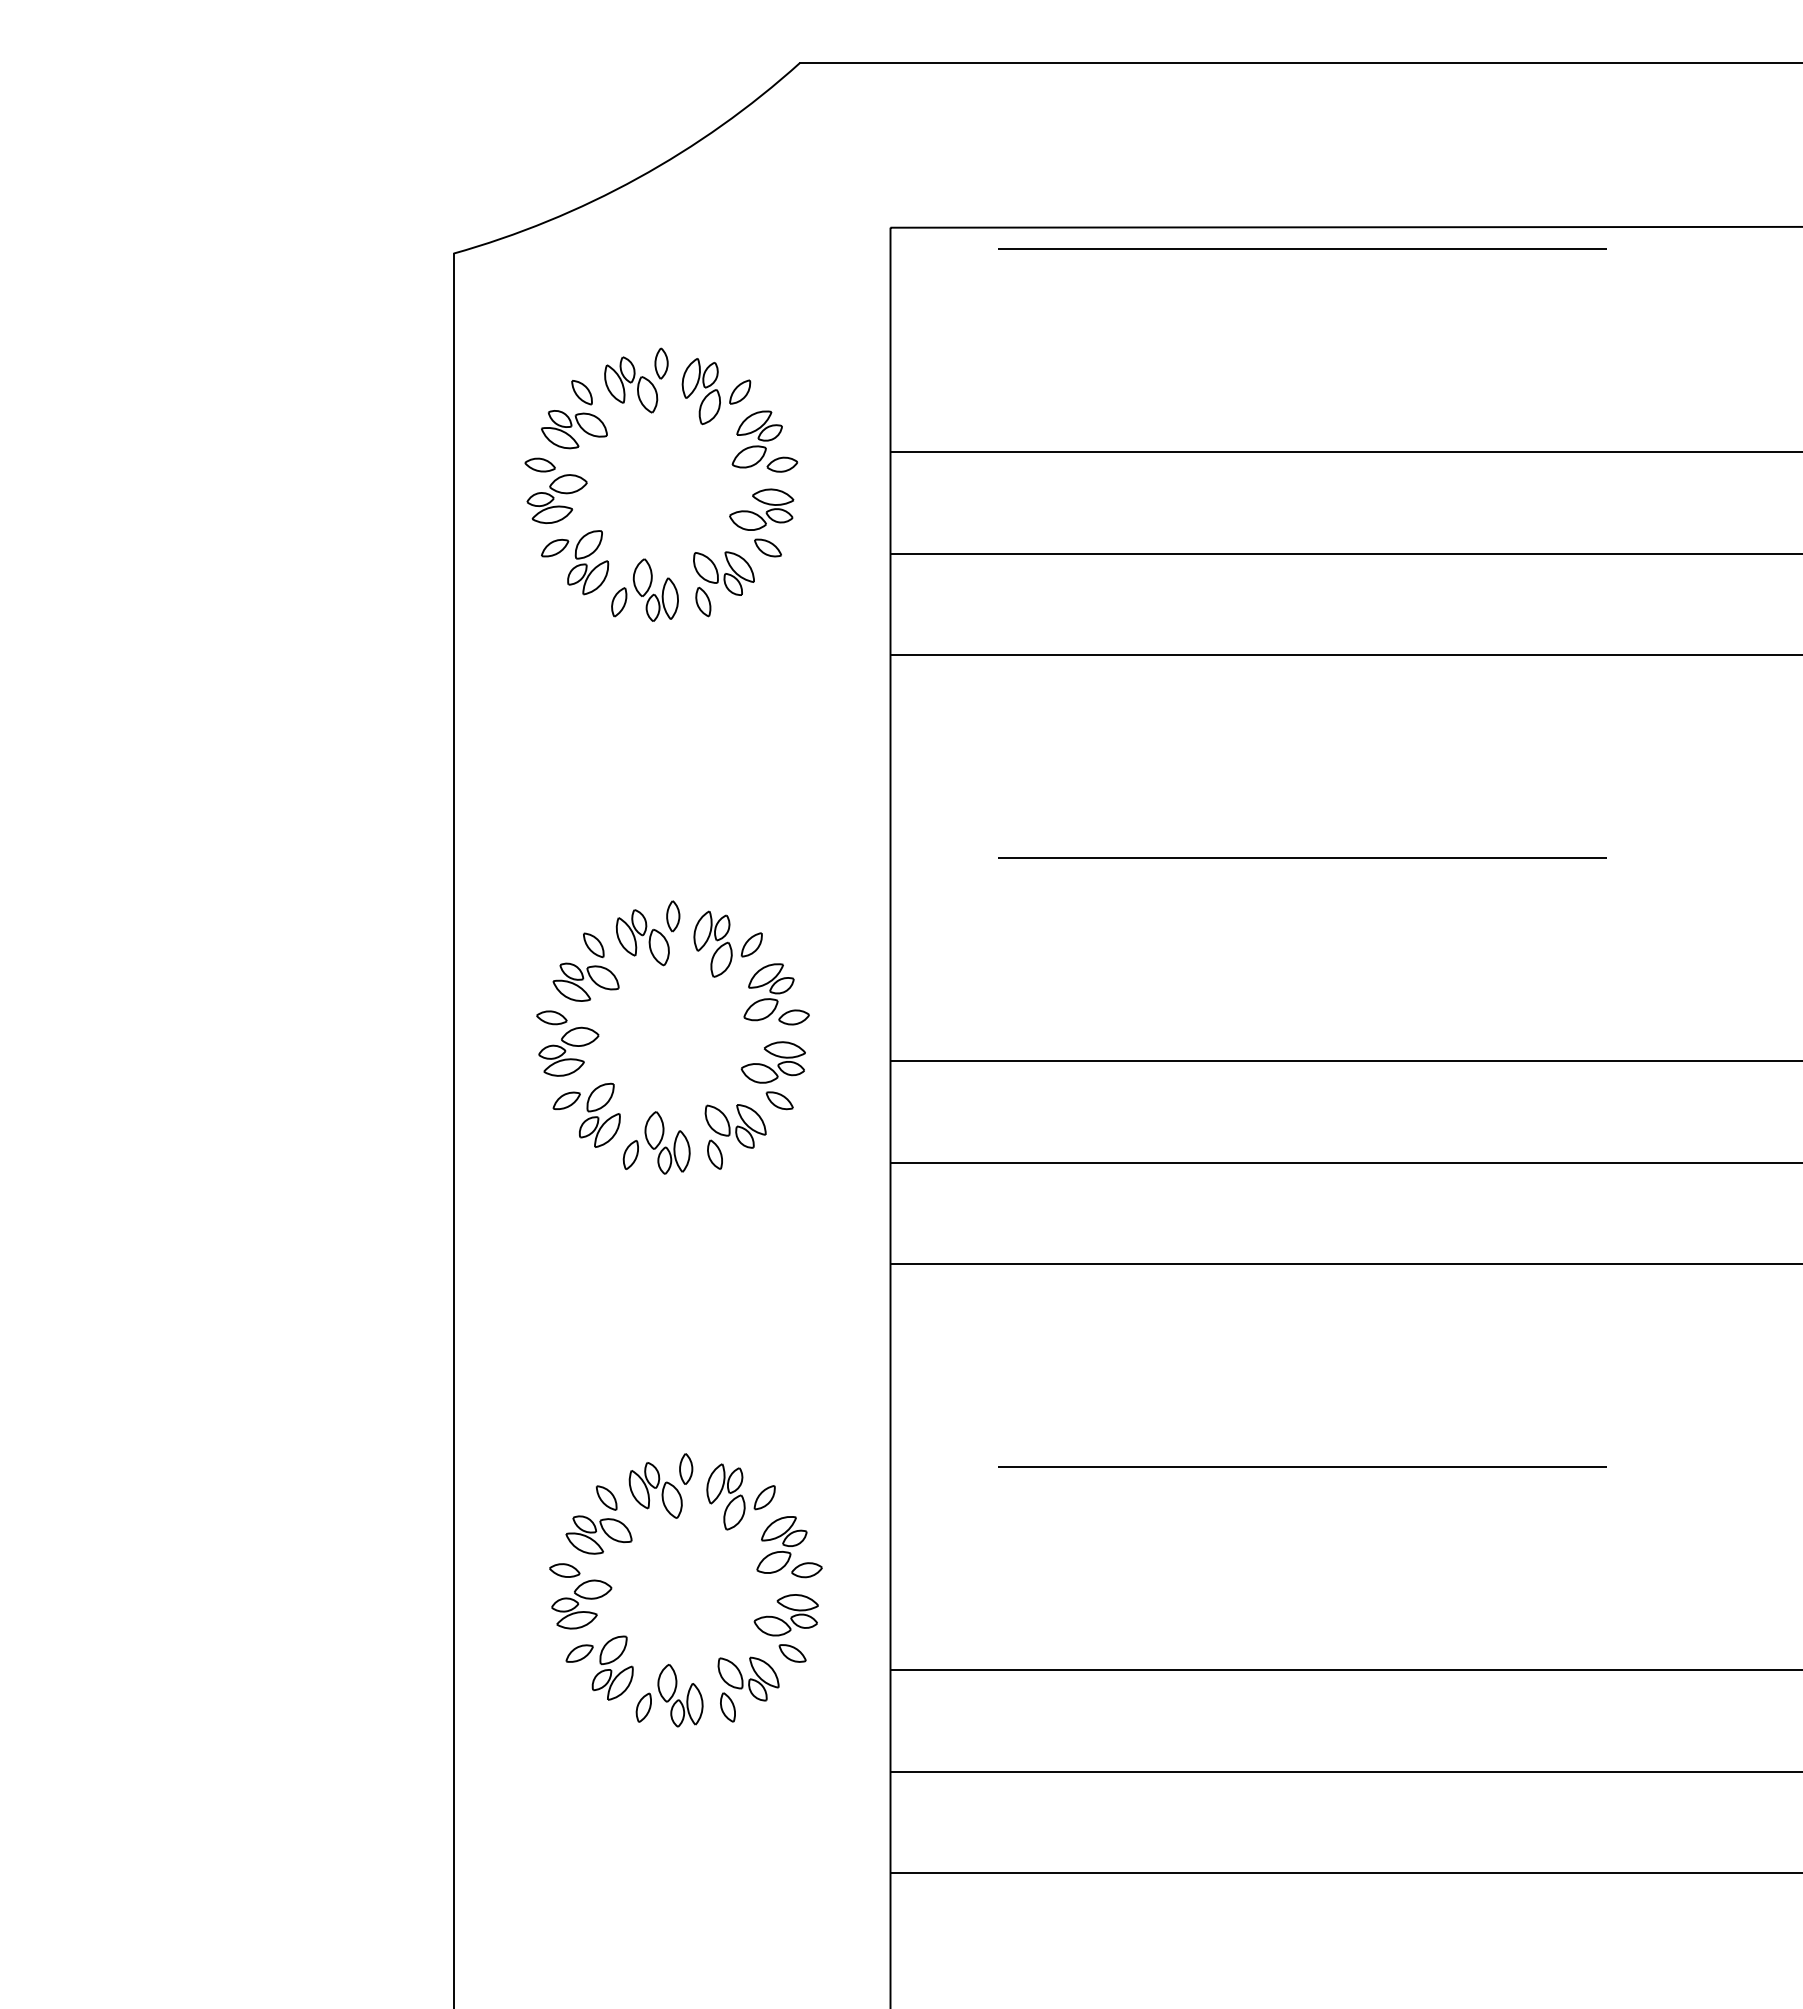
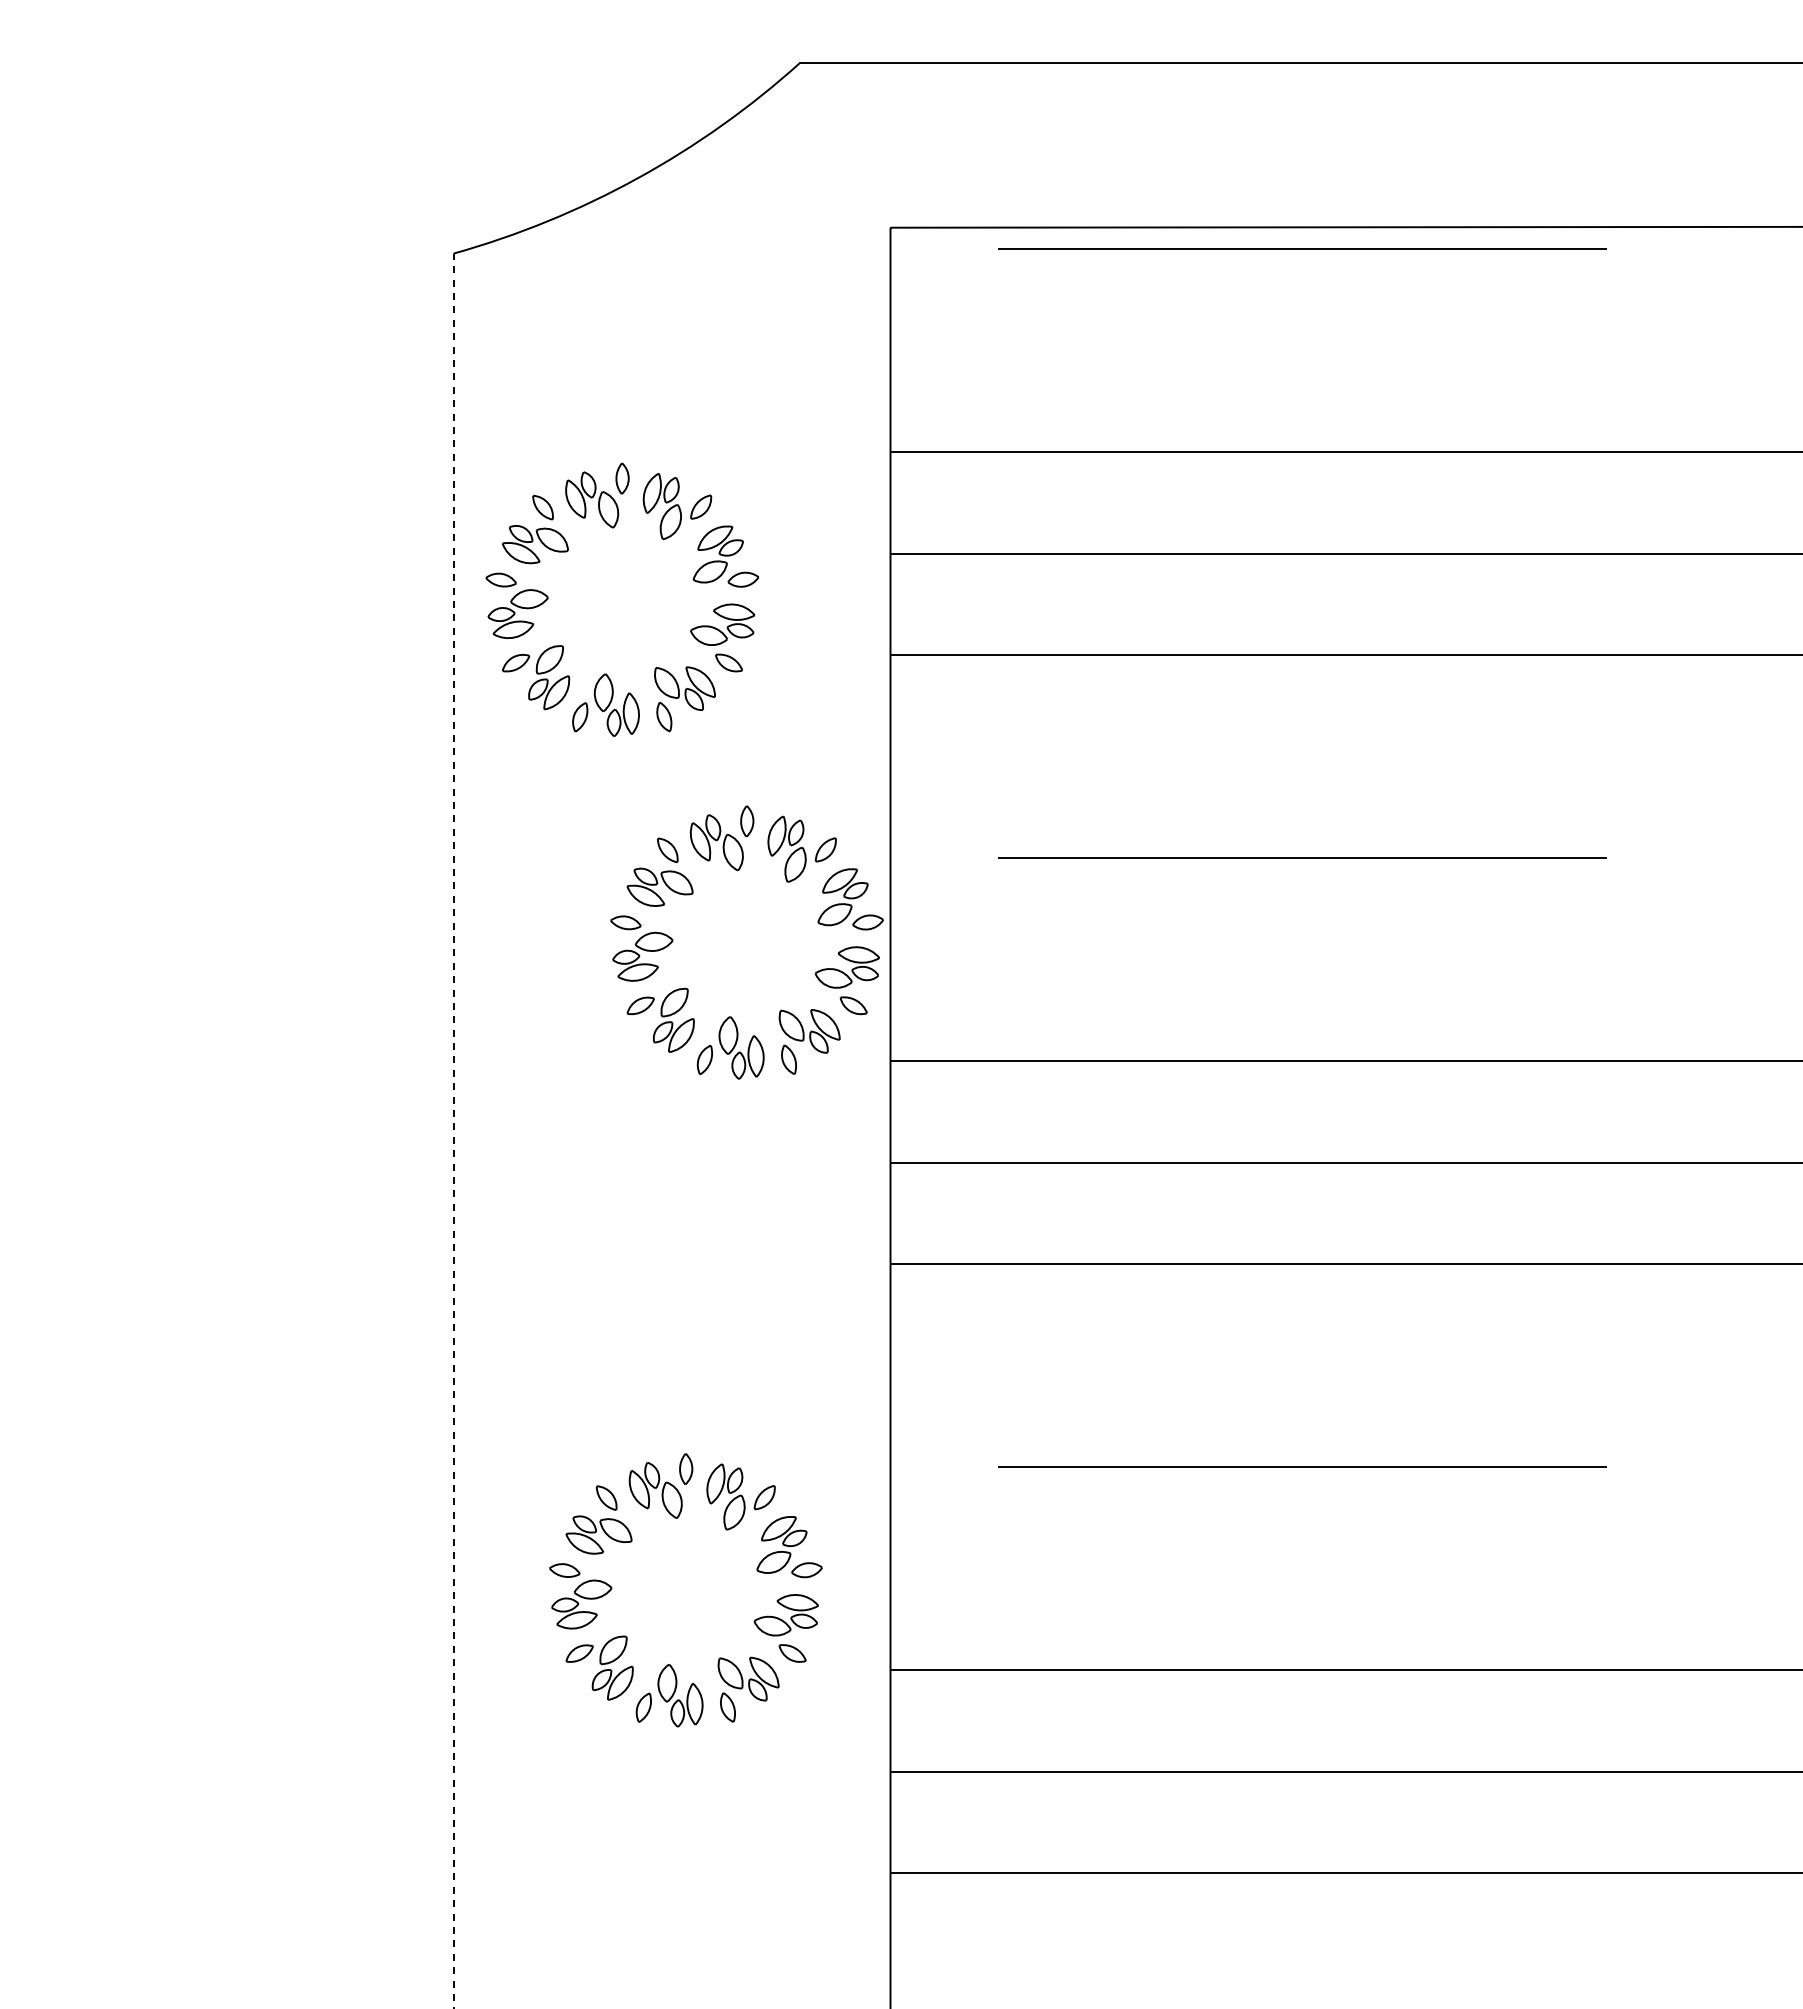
part at (653, 413) position: (653, 413) -> (614, 528)
part at (663, 966) position: (663, 966) -> (737, 871)
line at (453, 1130): solid -> dashed
